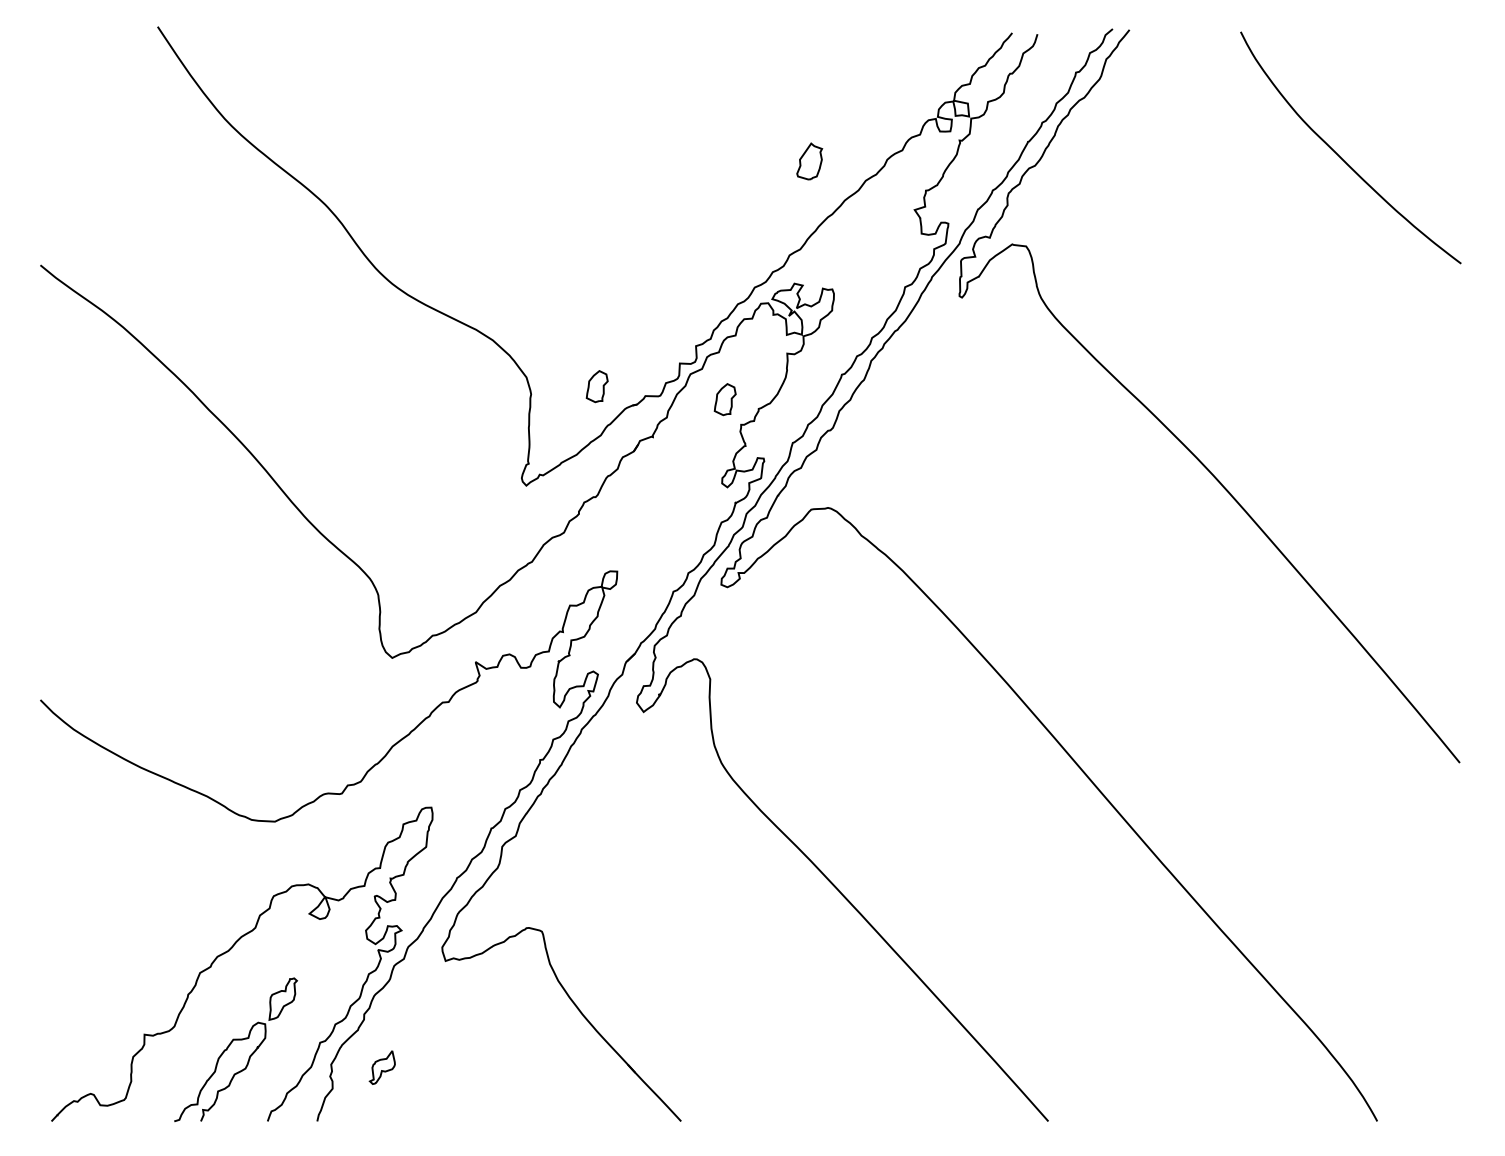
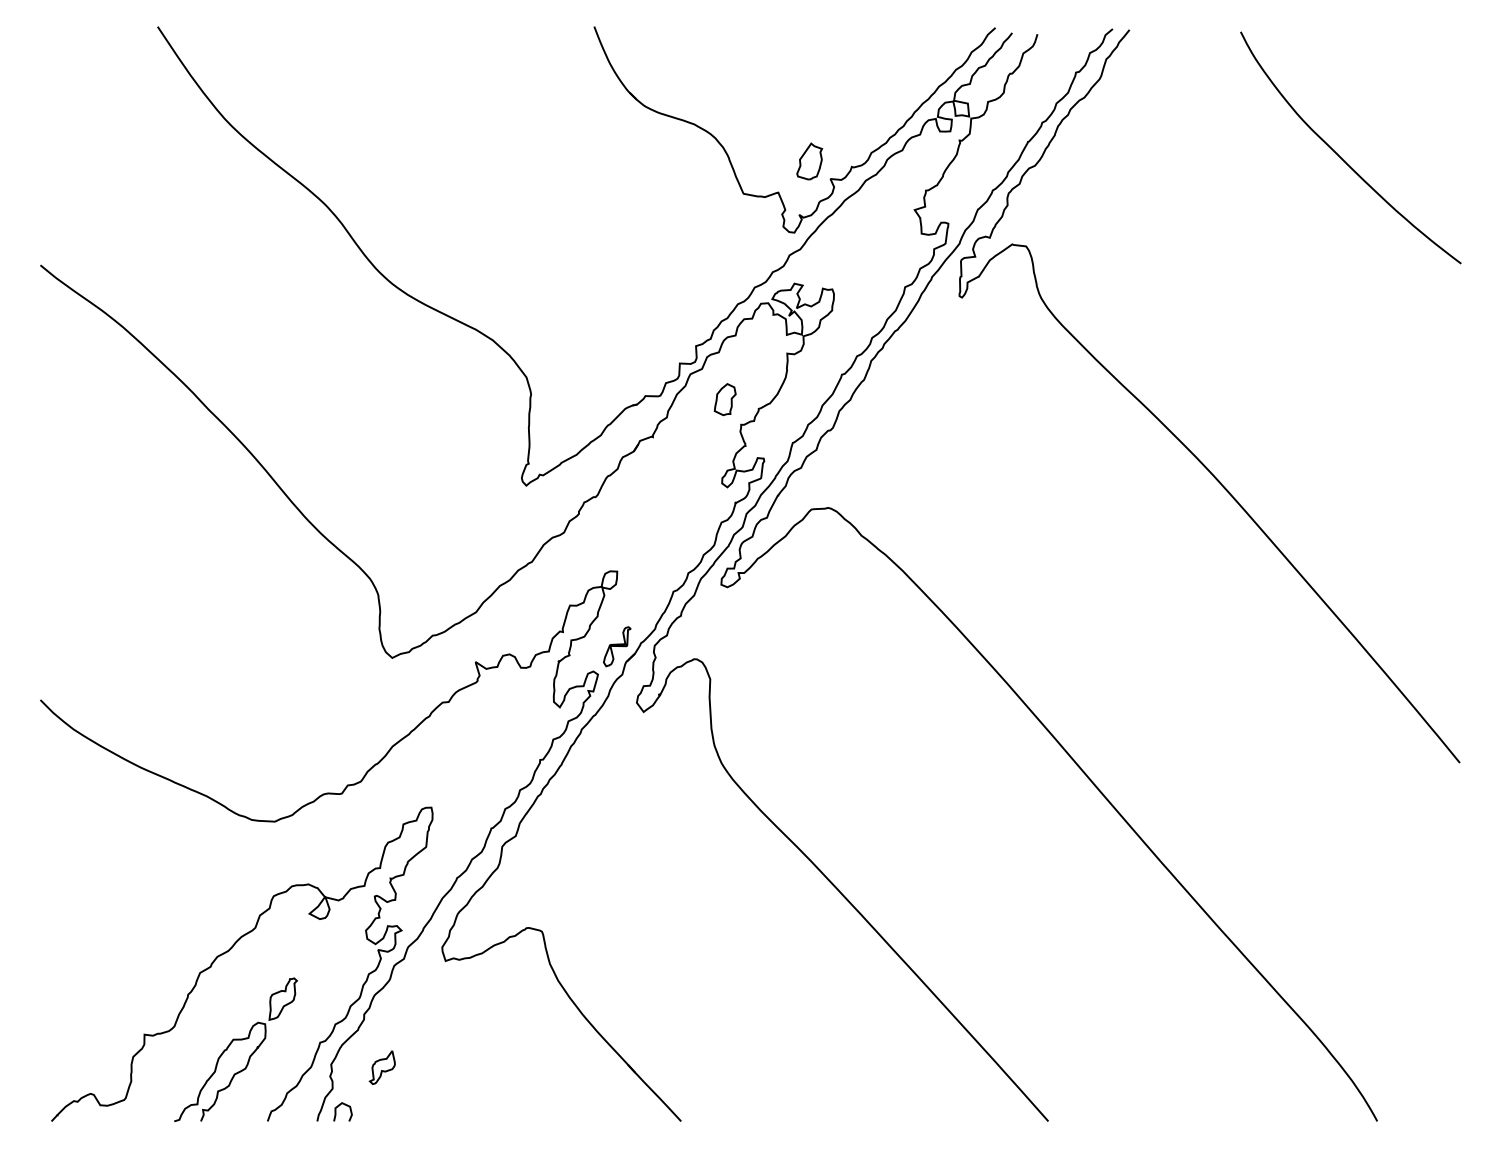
part at (830, 178): none -> present
part at (596, 386): present -> none
part at (617, 646): none -> present
curve at (338, 1107): none -> present
